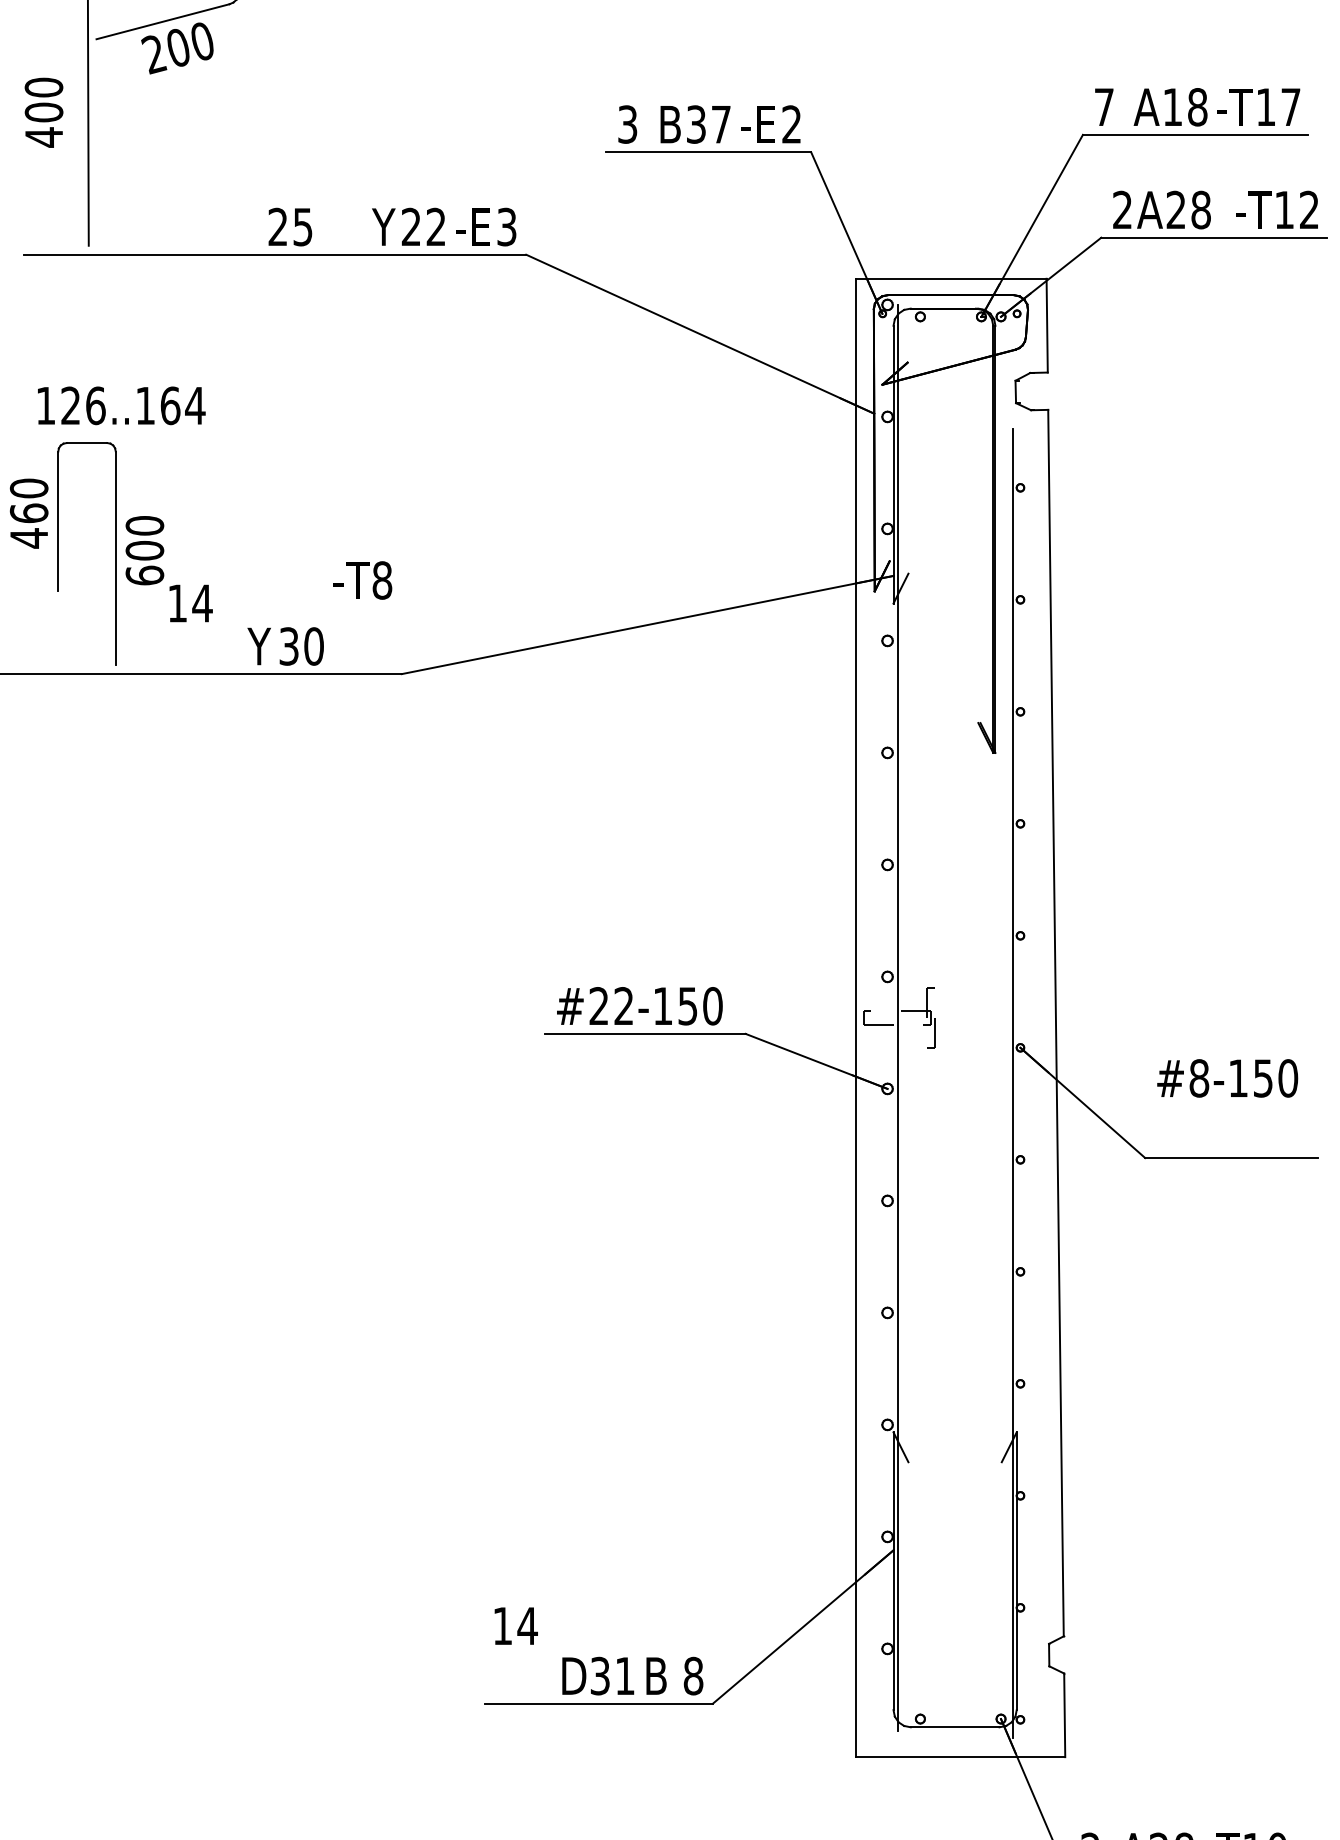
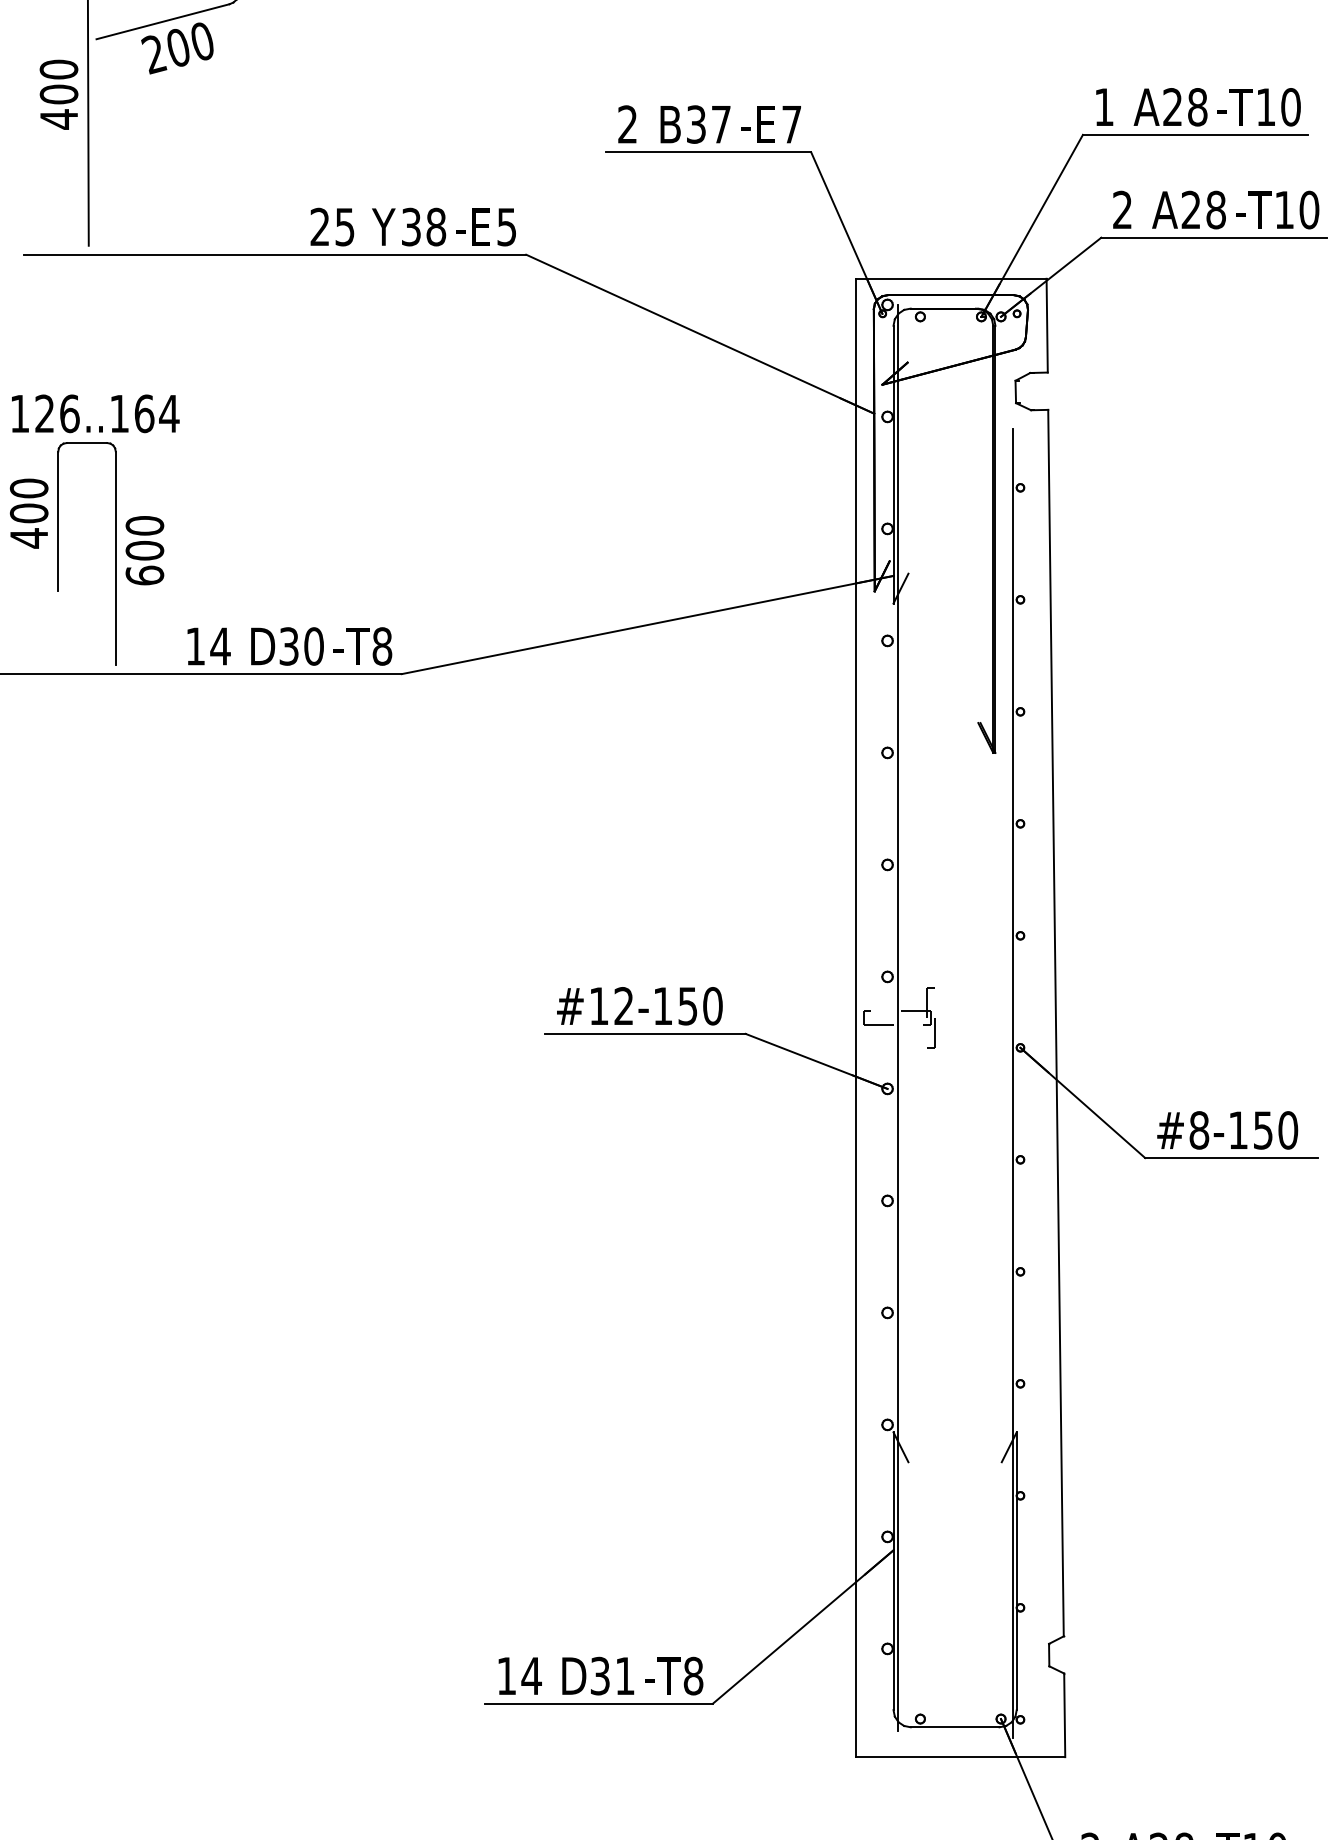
text at (1104, 106): 7 -> 1
text at (1172, 106): 18 -> 28
text at (1290, 107): 17 -> 10
text at (43, 112) position: (43, 112) -> (58, 94)
text at (627, 124): 3 -> 2
text at (791, 124): 2 -> 7
text at (1173, 209) position: (1173, 209) -> (1188, 209)
text at (1309, 209): 12 -> 10
text at (290, 226) position: (290, 226) -> (332, 226)
text at (423, 226): 22 -> 38
text at (507, 226): 3 -> 5
text at (121, 405) position: (121, 405) -> (95, 413)
text at (28, 513): 460 -> 400
text at (362, 580) position: (362, 580) -> (362, 646)
text at (190, 603) position: (190, 603) -> (208, 646)
text at (261, 646): Y -> D
text at (598, 1005): #22-150 -> #12-150
text at (1227, 1078) position: (1227, 1078) -> (1227, 1130)
text at (515, 1625) position: (515, 1625) -> (519, 1675)
text at (662, 1675): B -> -T
